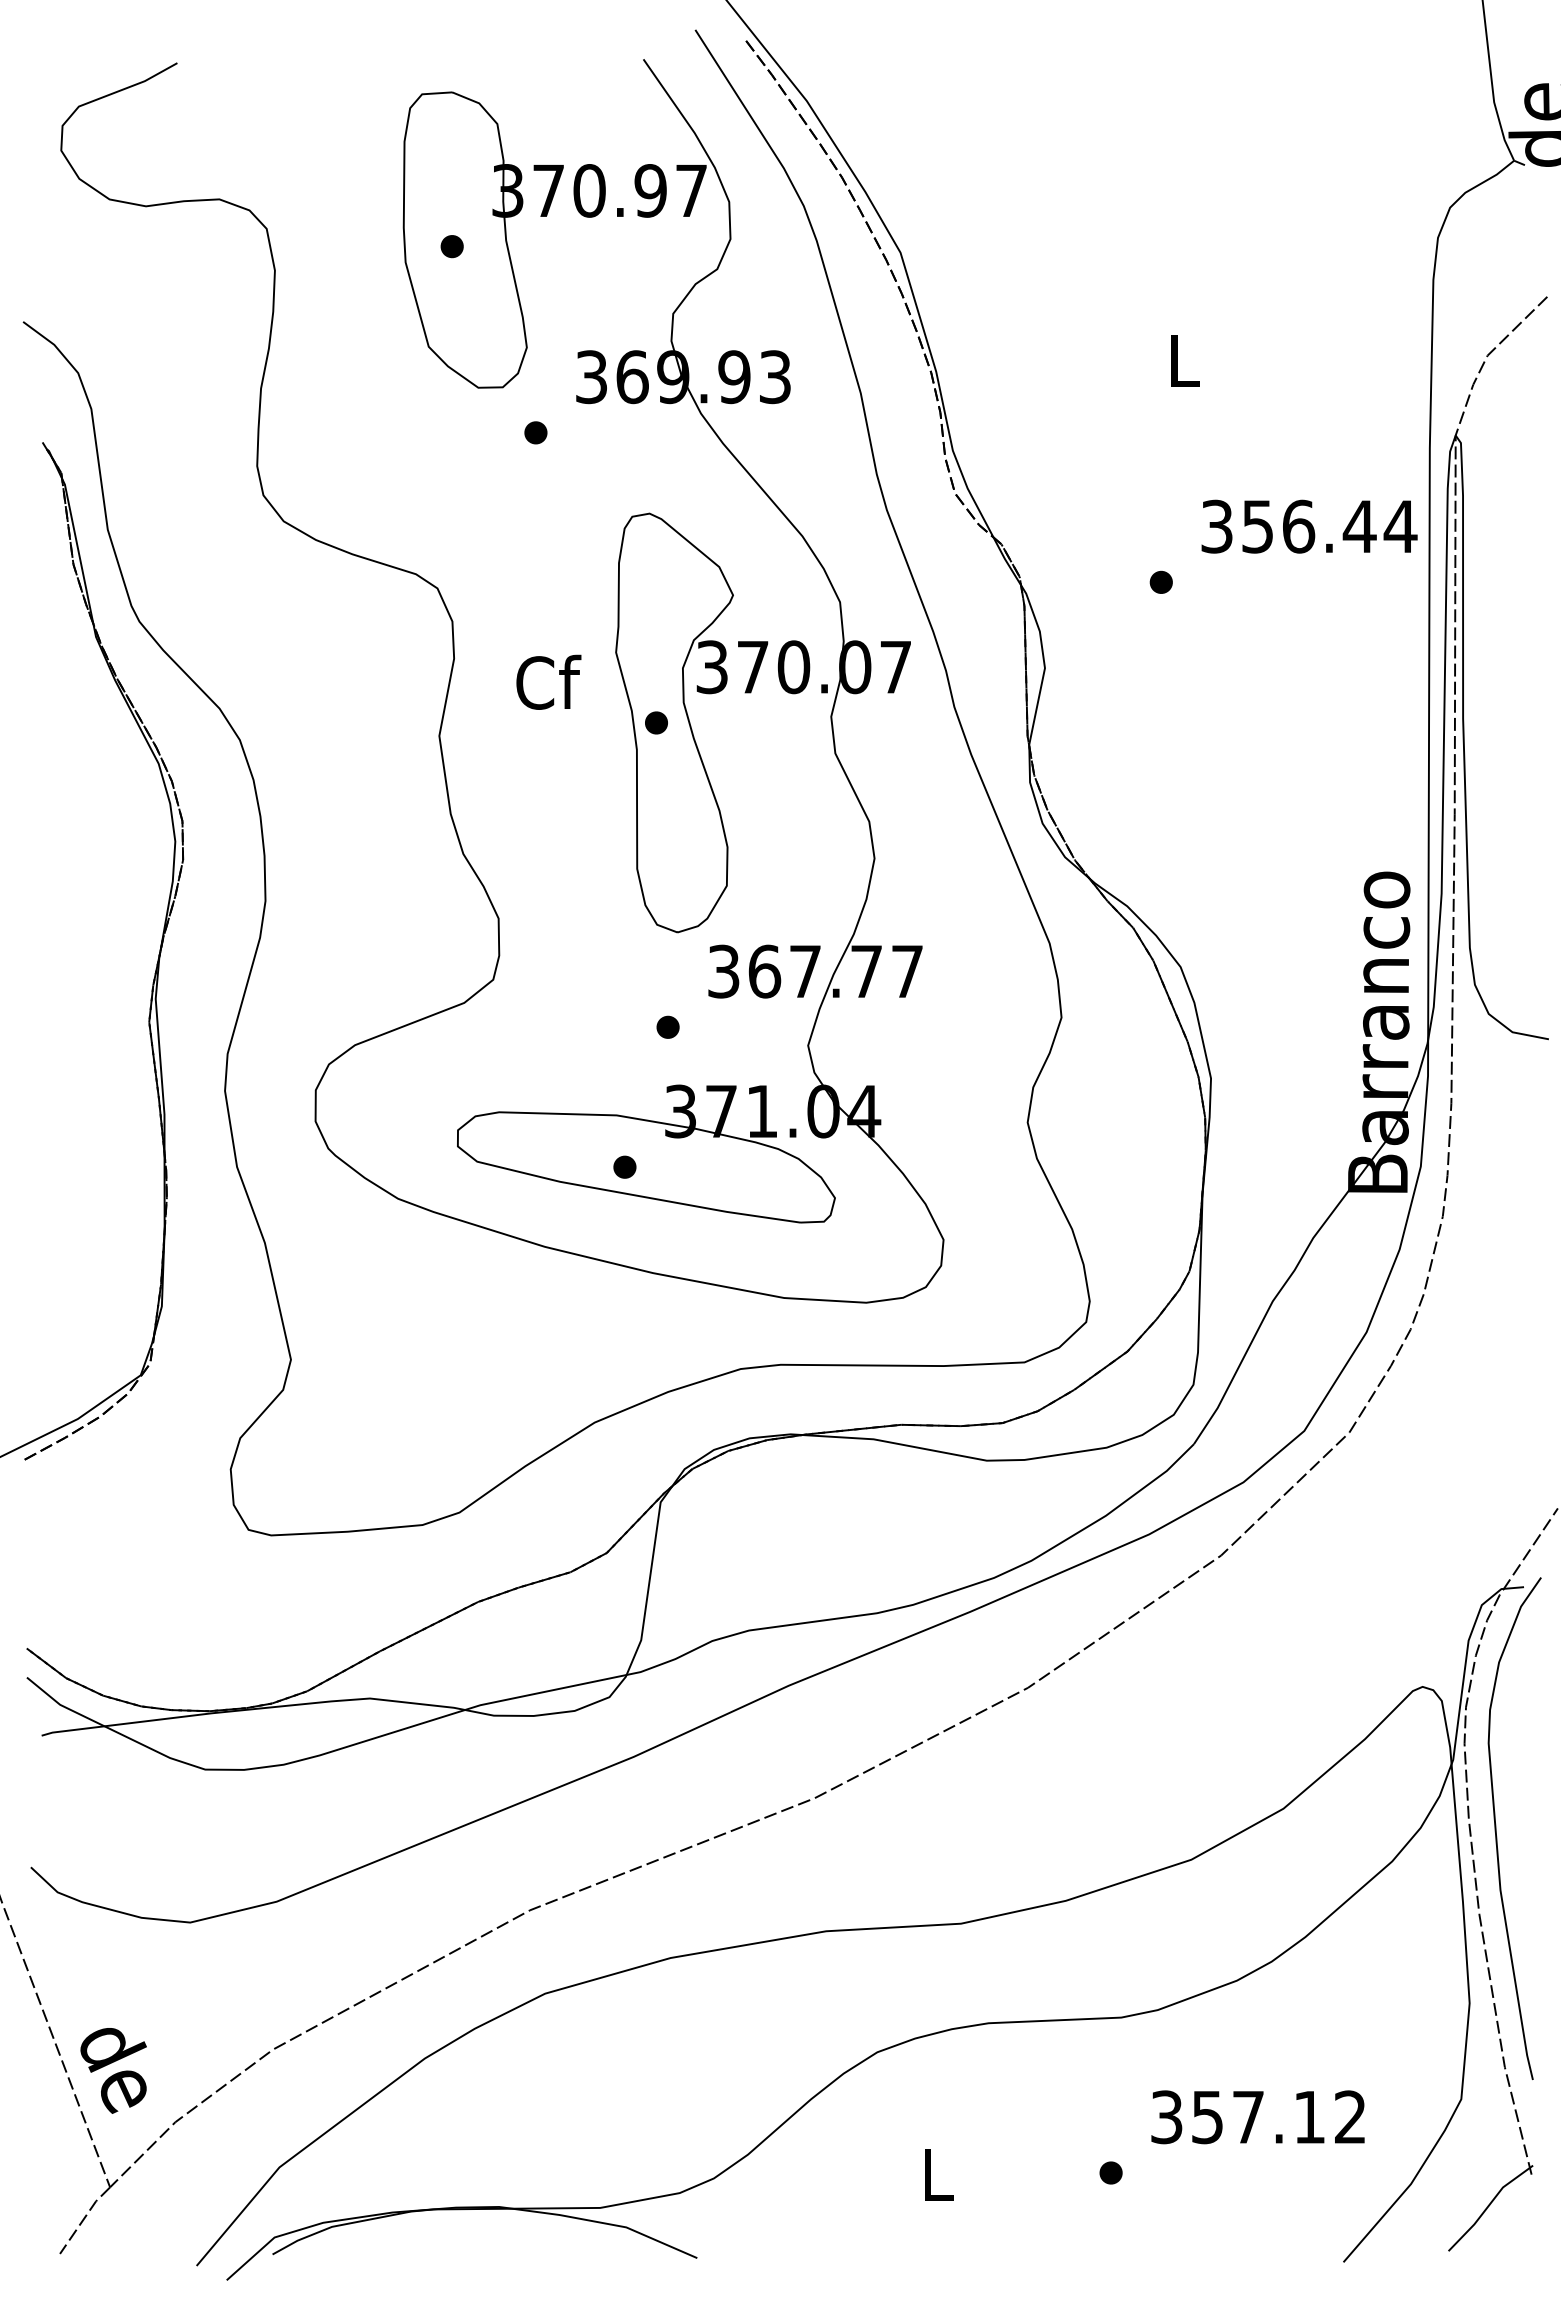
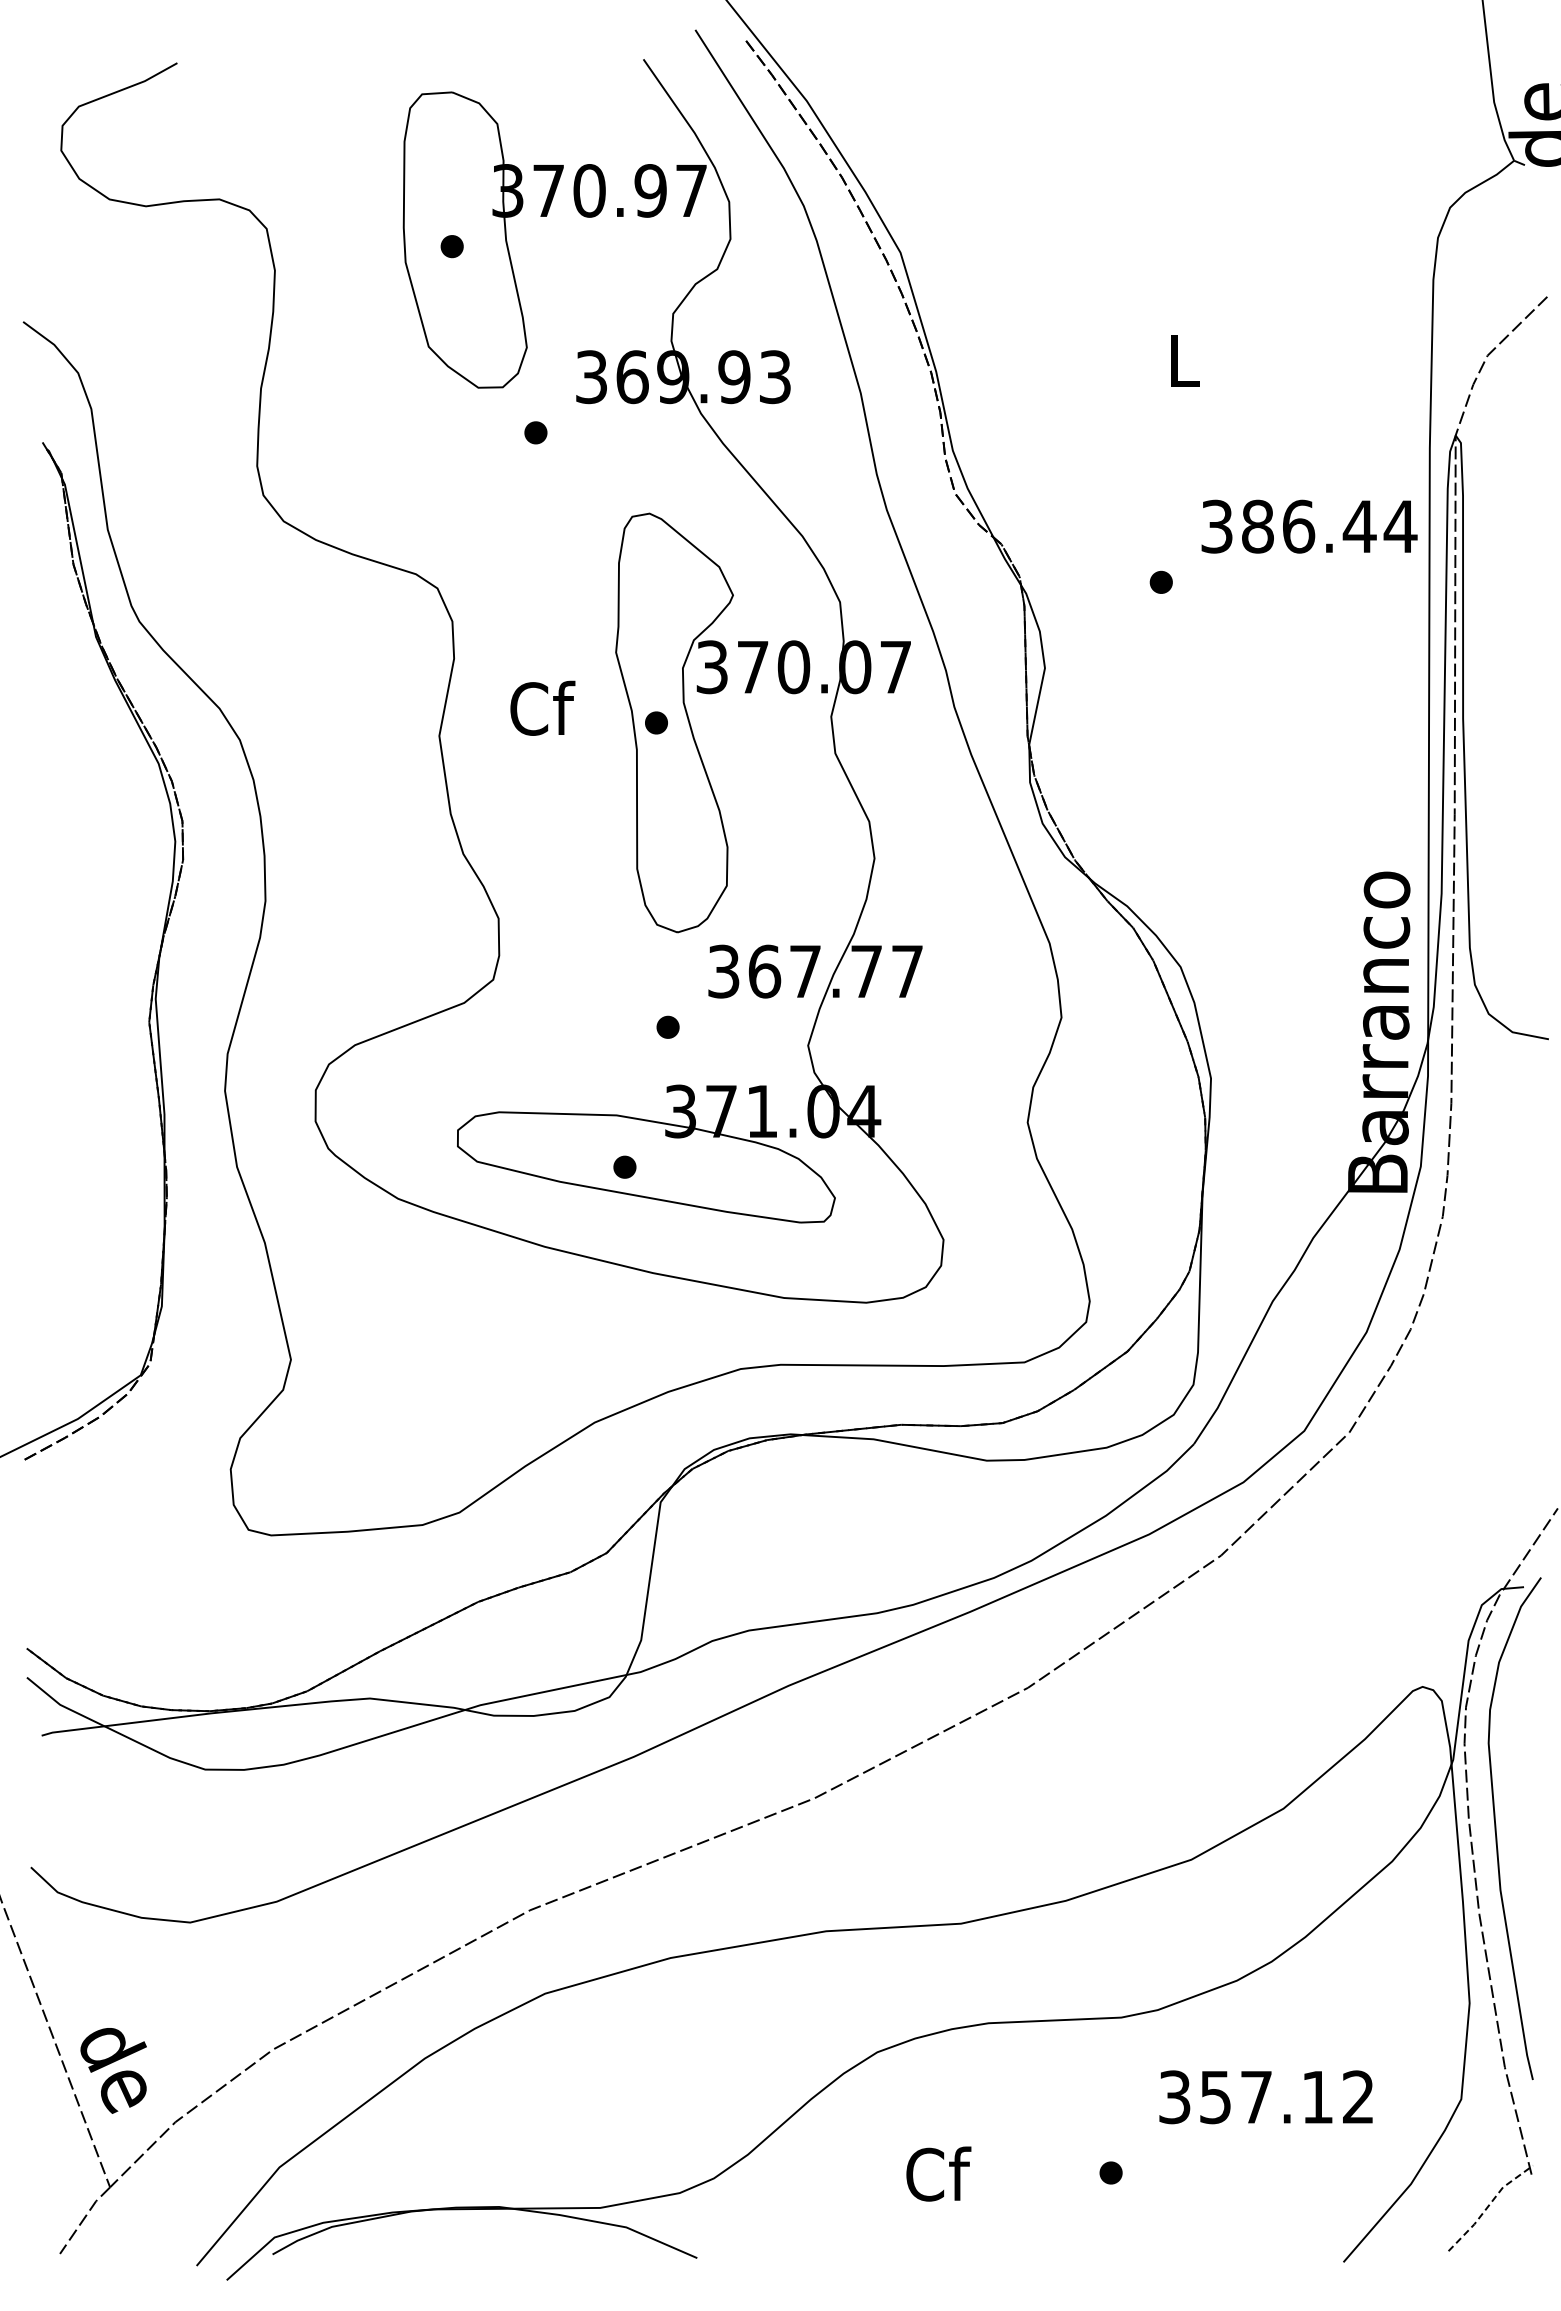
text at (1257, 526): 356.44 -> 386.44
text at (548, 681) position: (548, 681) -> (542, 707)
text at (1257, 2117) position: (1257, 2117) -> (1265, 2097)
text at (938, 2173): L -> Cf
line at (1488, 2205): solid -> dashed
